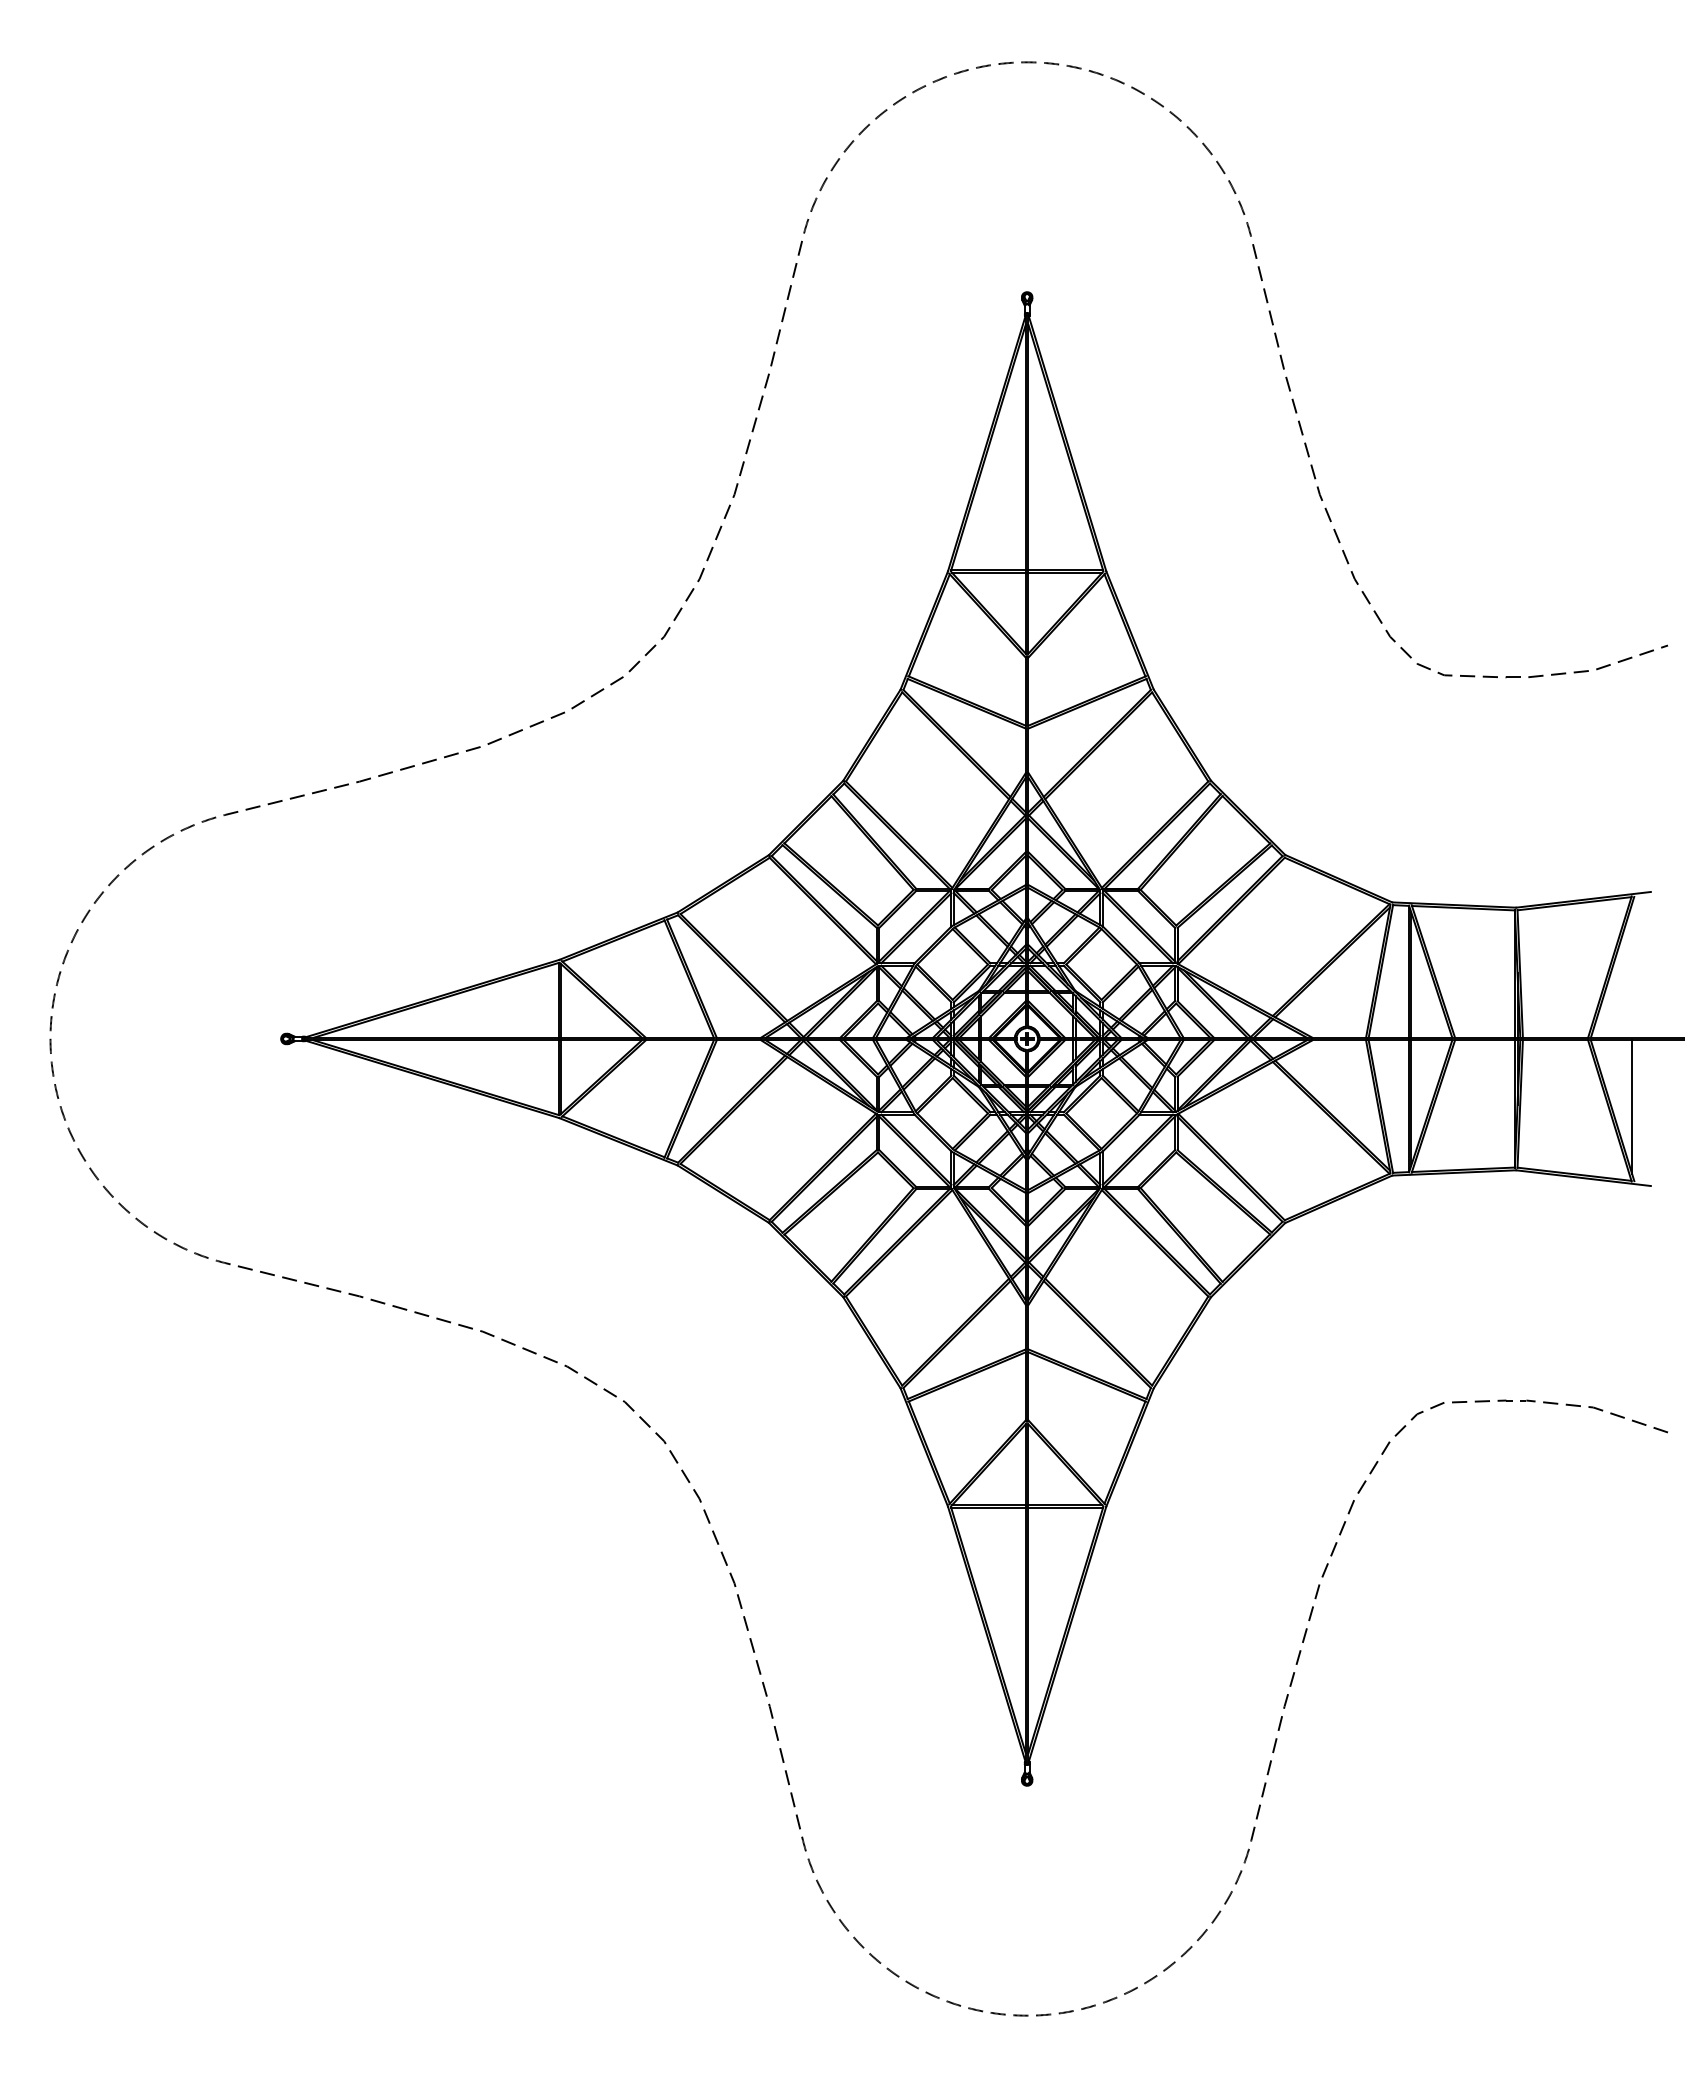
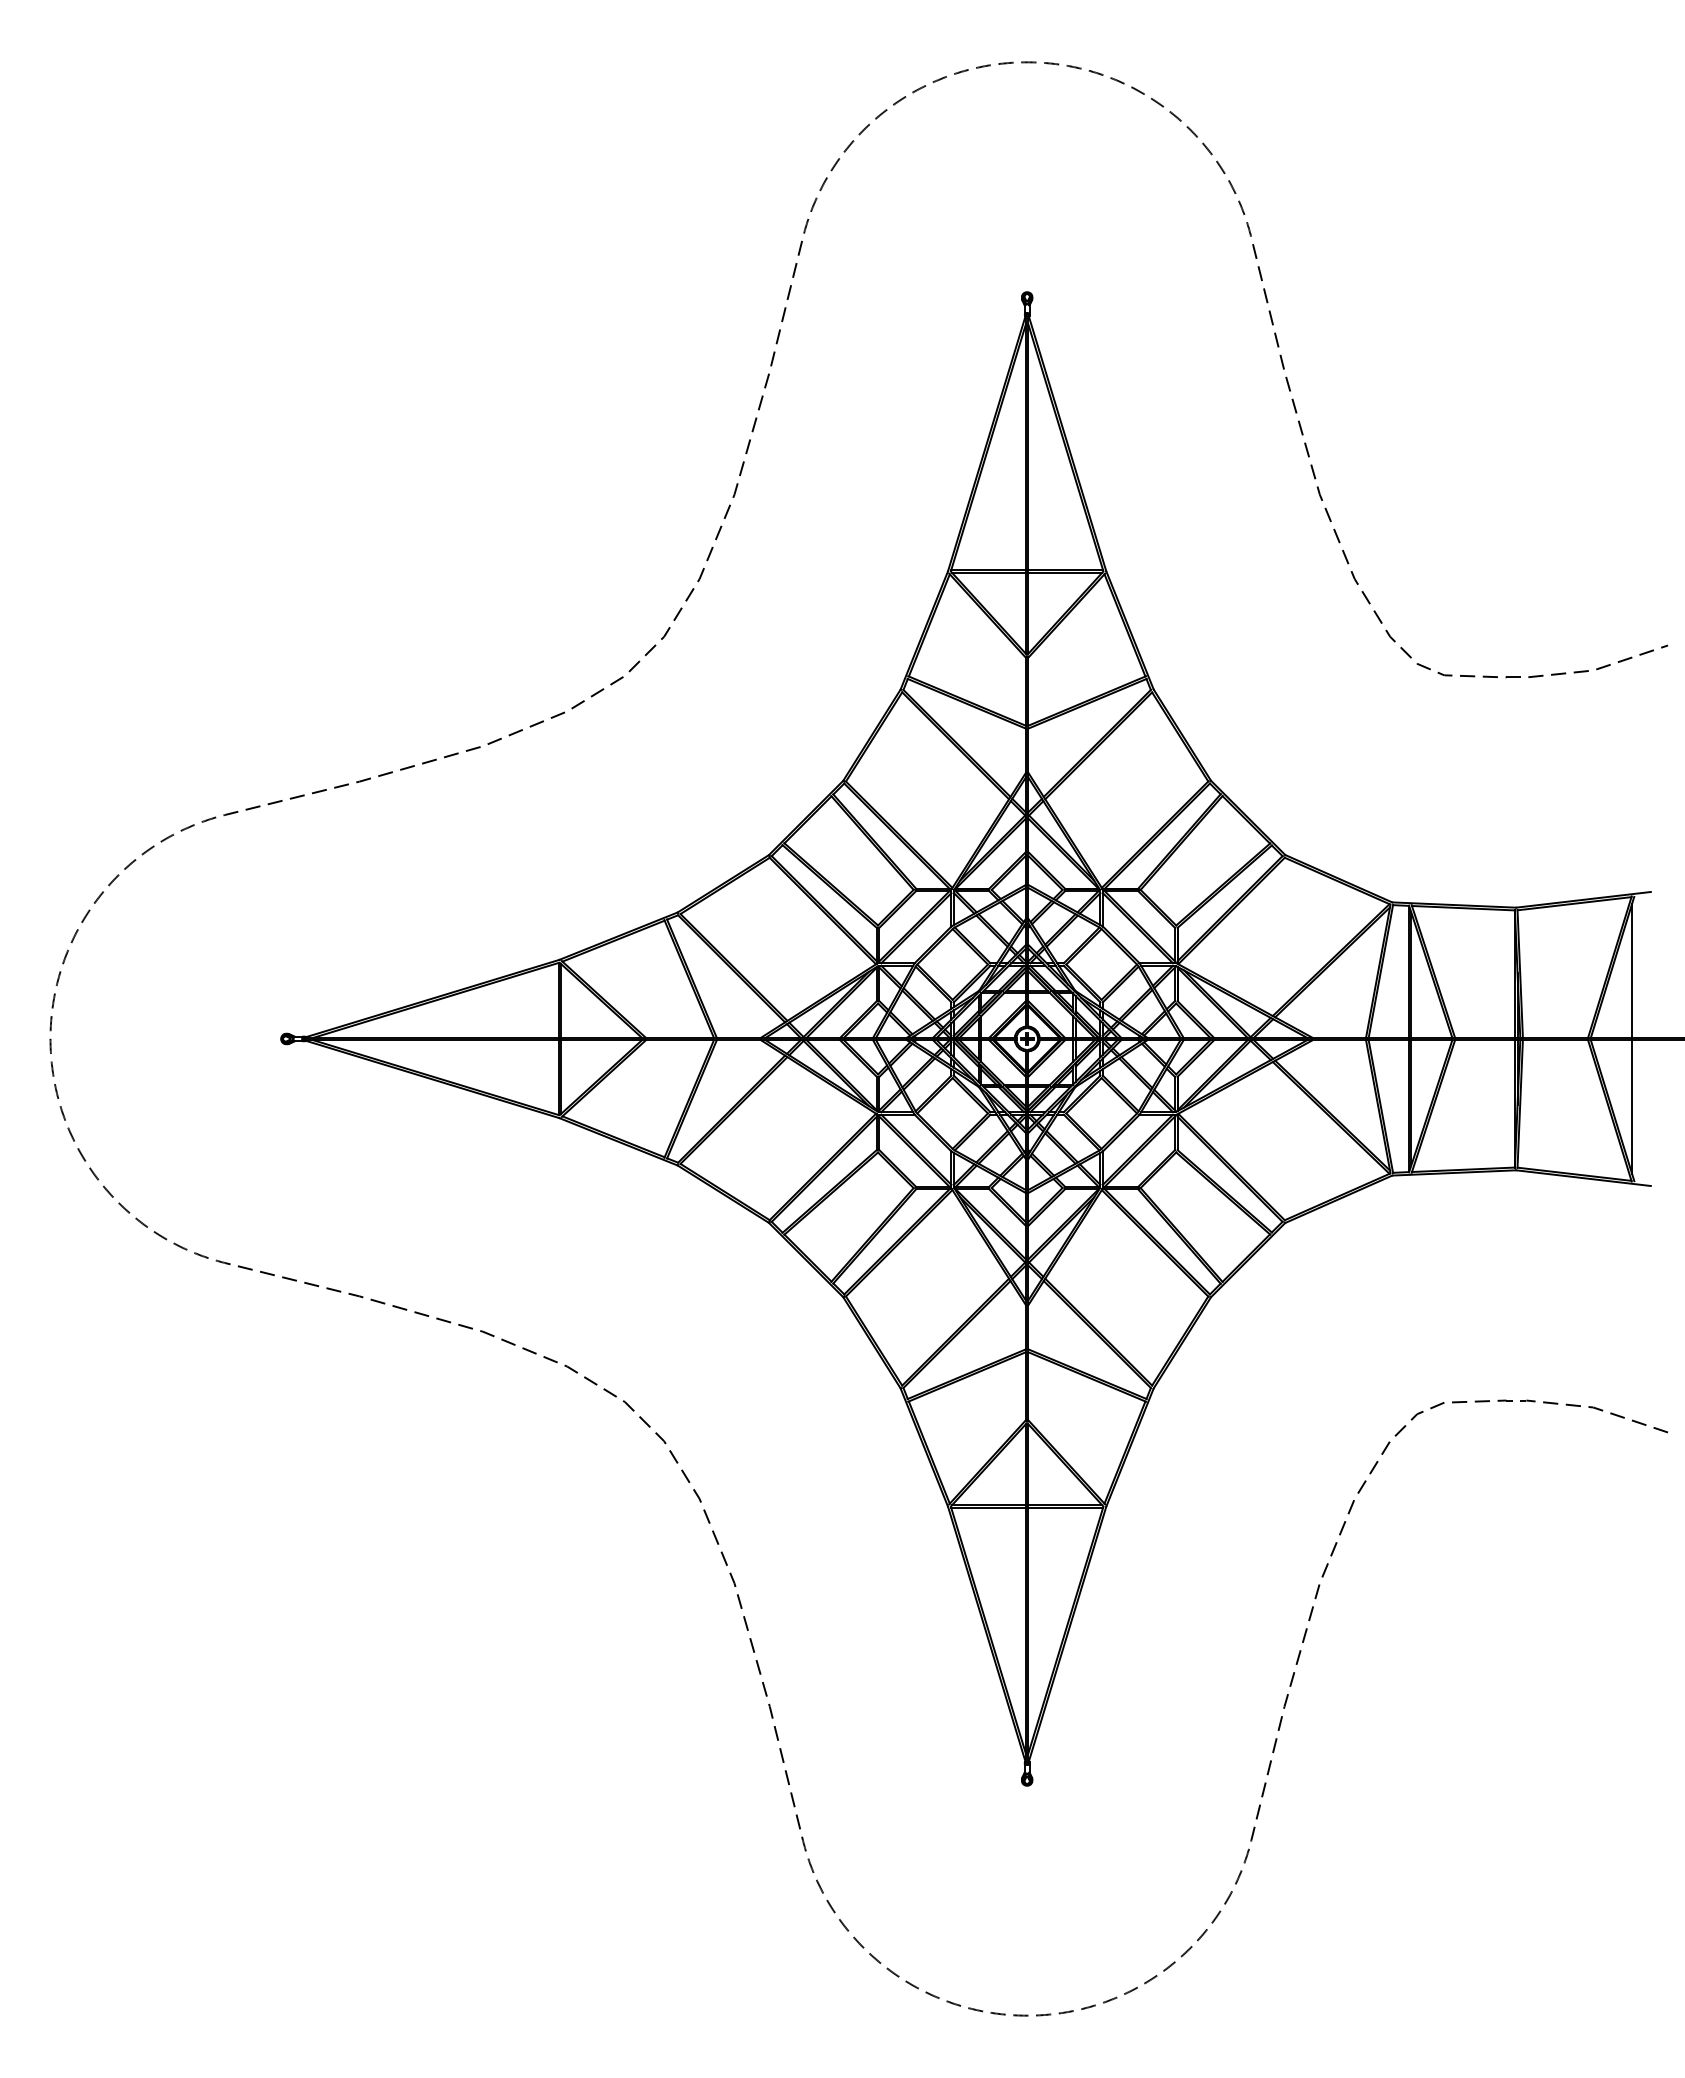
line at (1632, 970): none -> present
